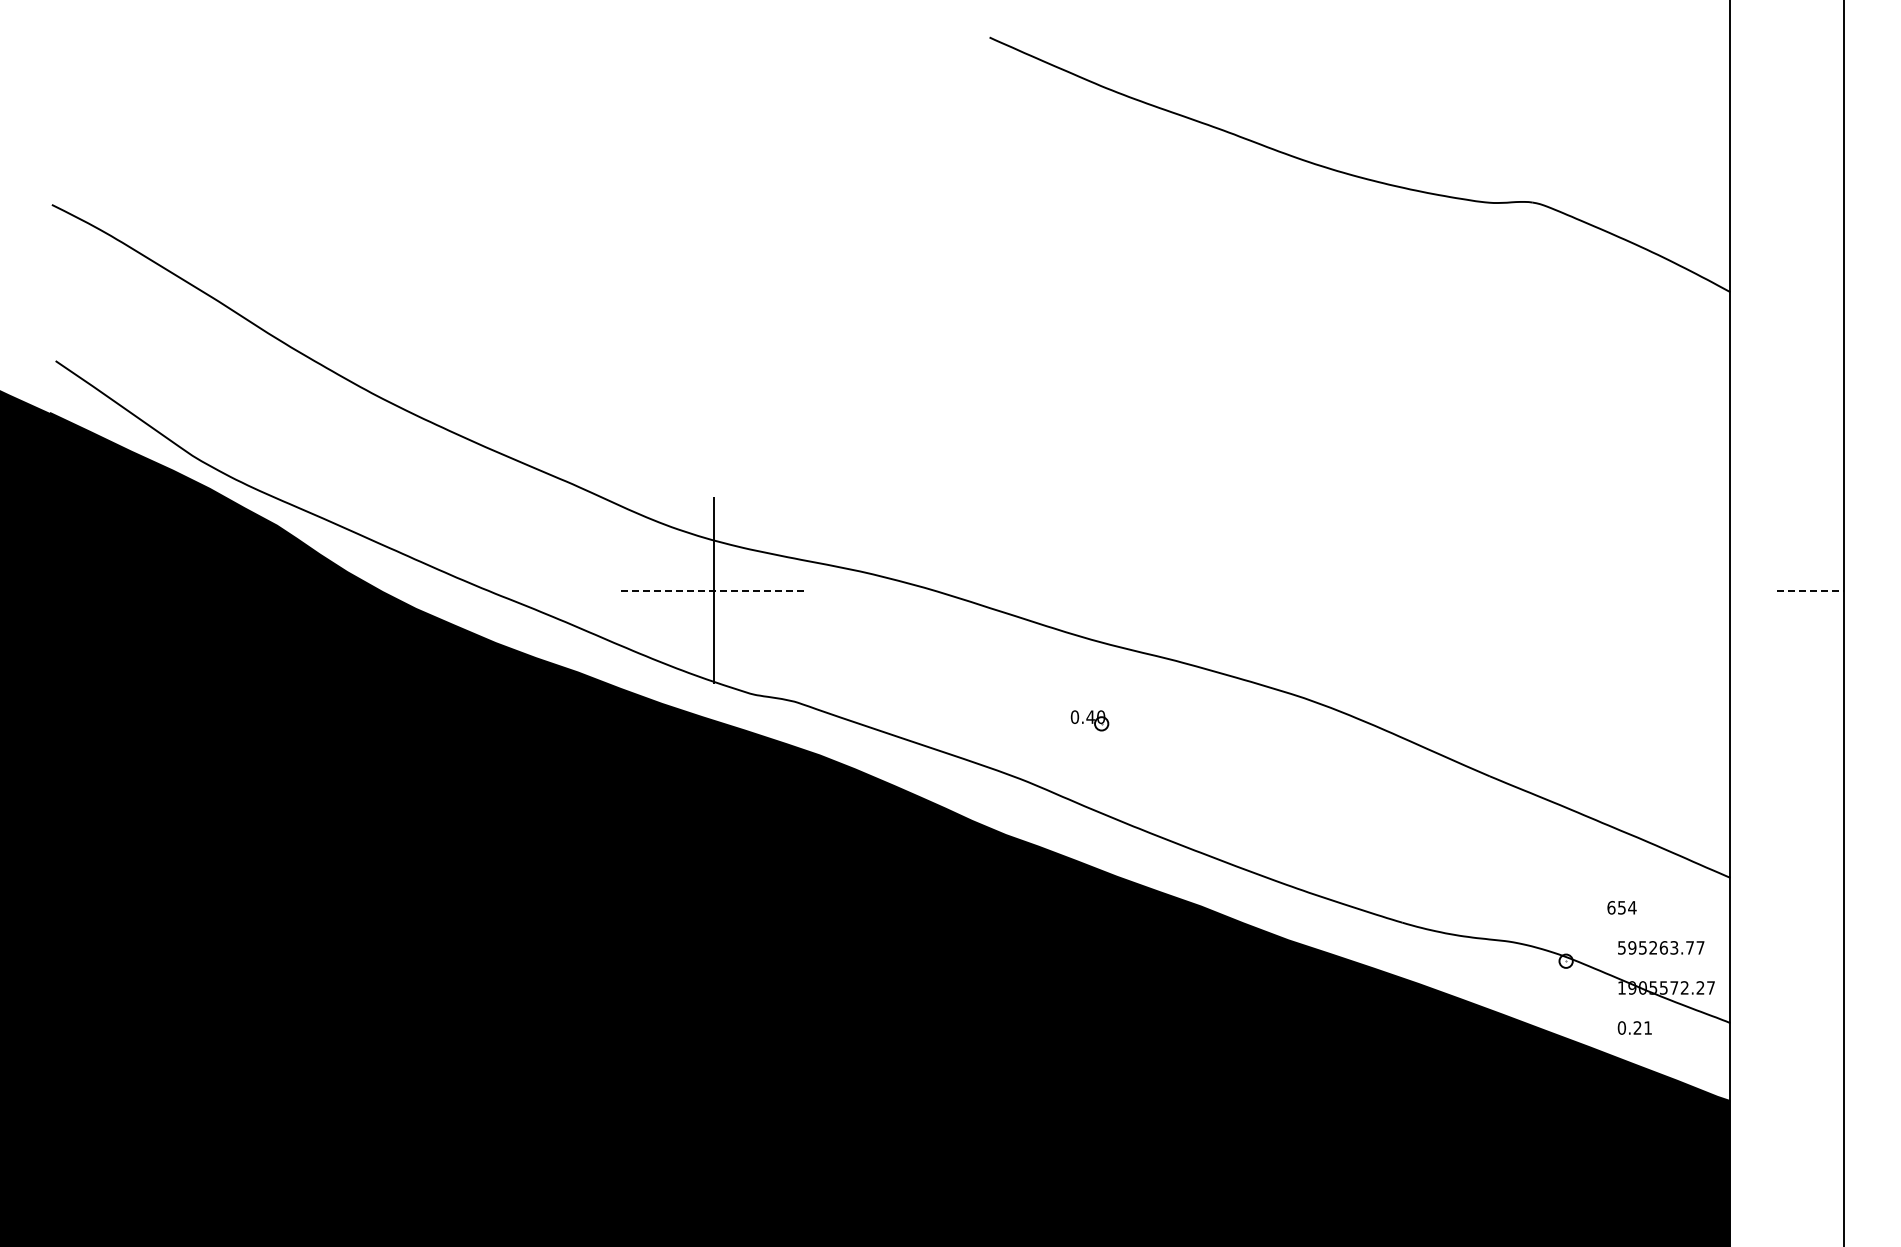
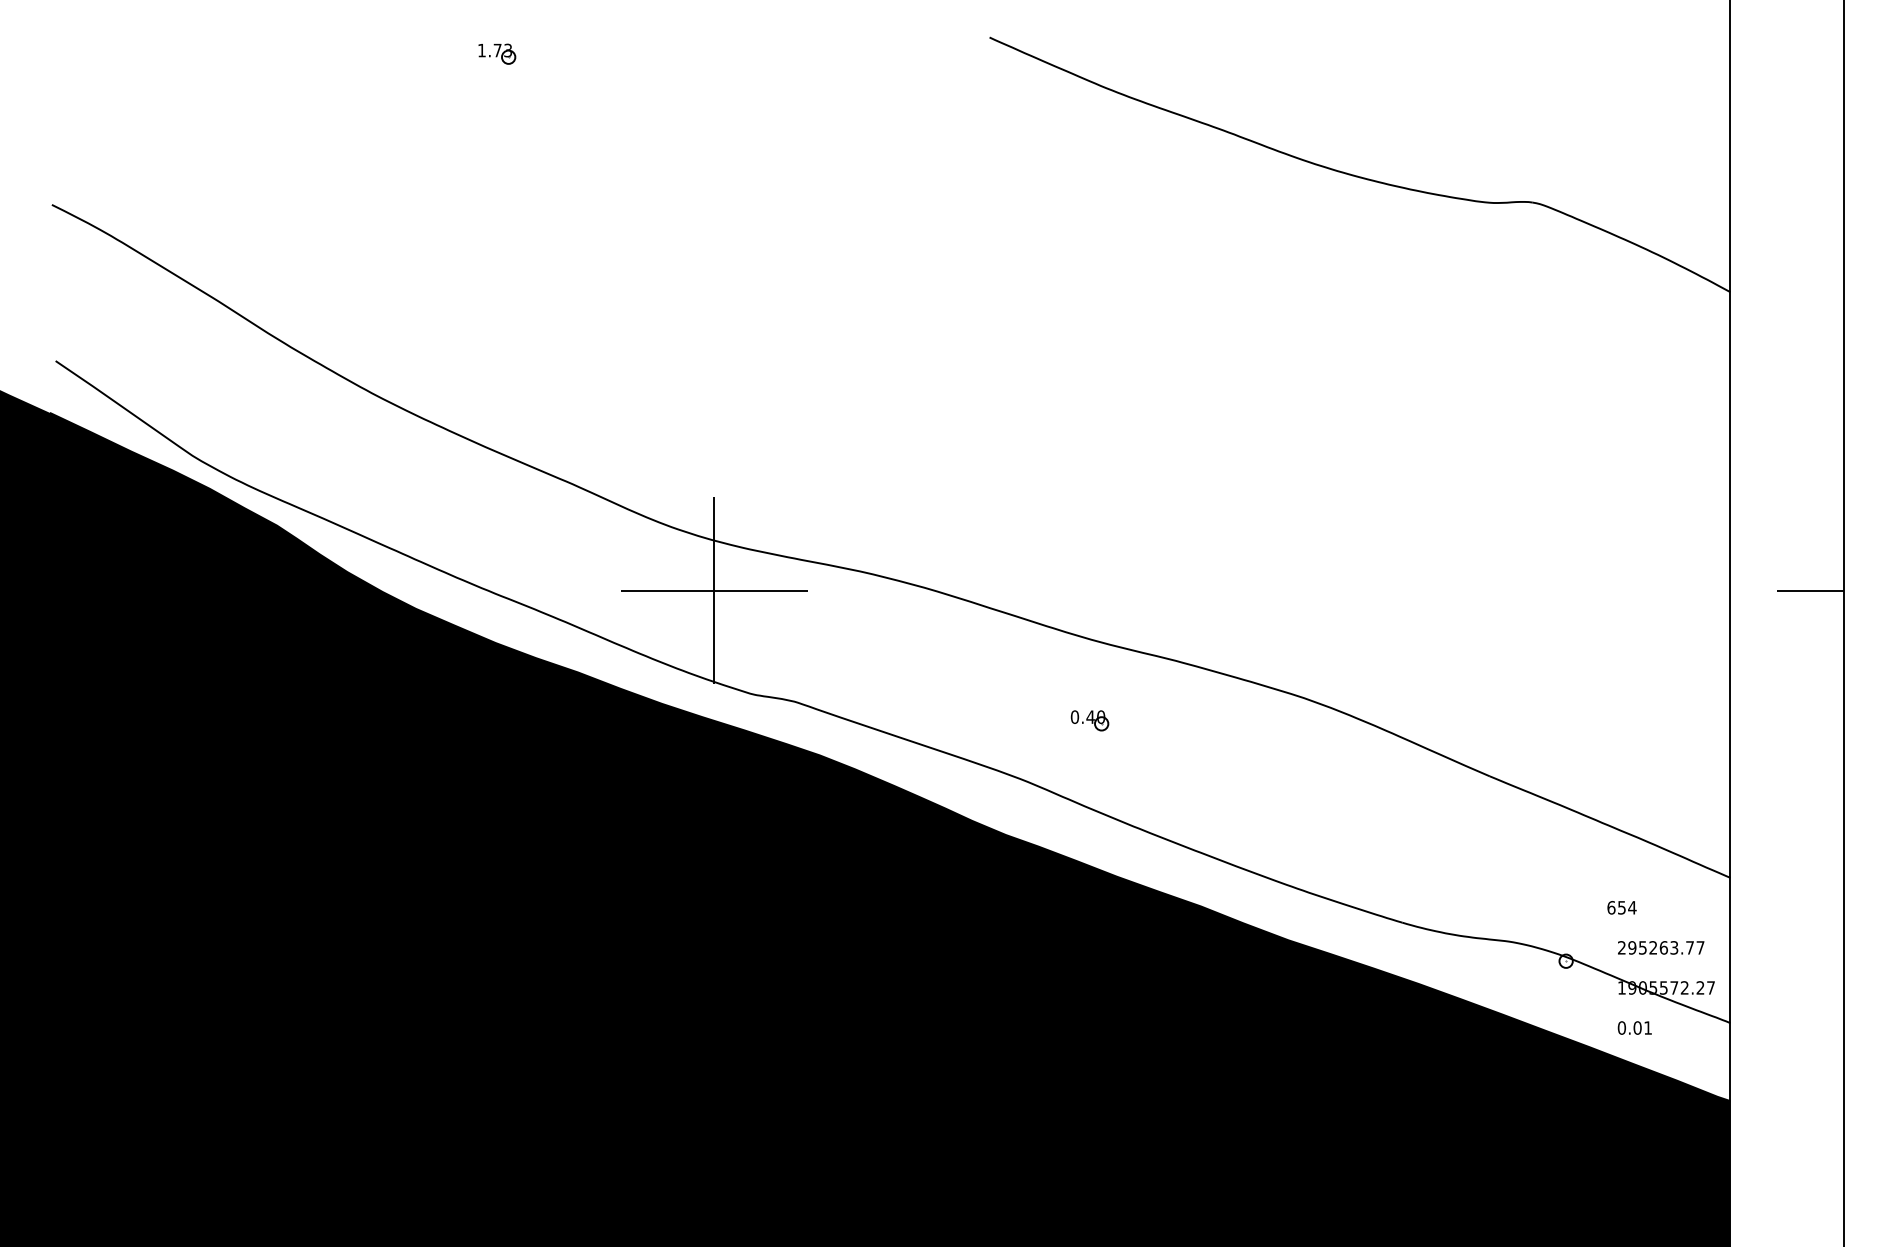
part at (497, 53): none -> present
line at (714, 590): dashed -> solid
line at (1811, 590): dashed -> solid
text at (1621, 947): 595263.77 -> 295263.77
text at (1637, 1027): 0.21 -> 0.01
